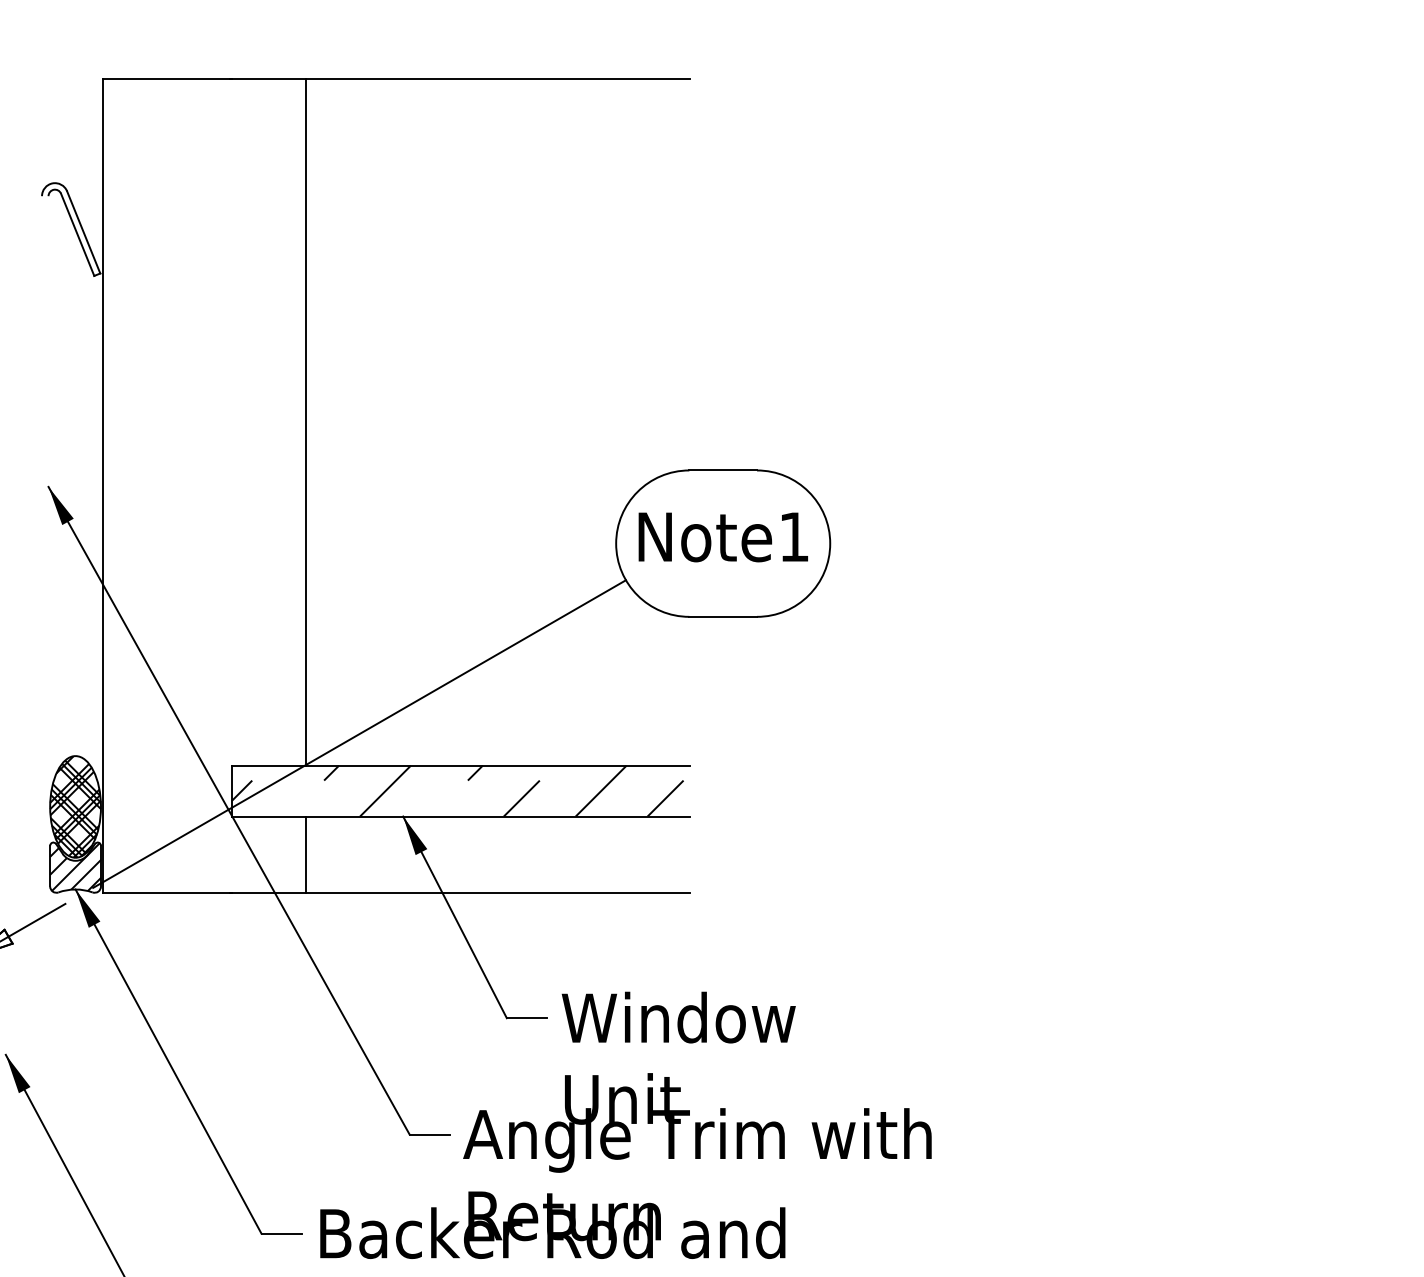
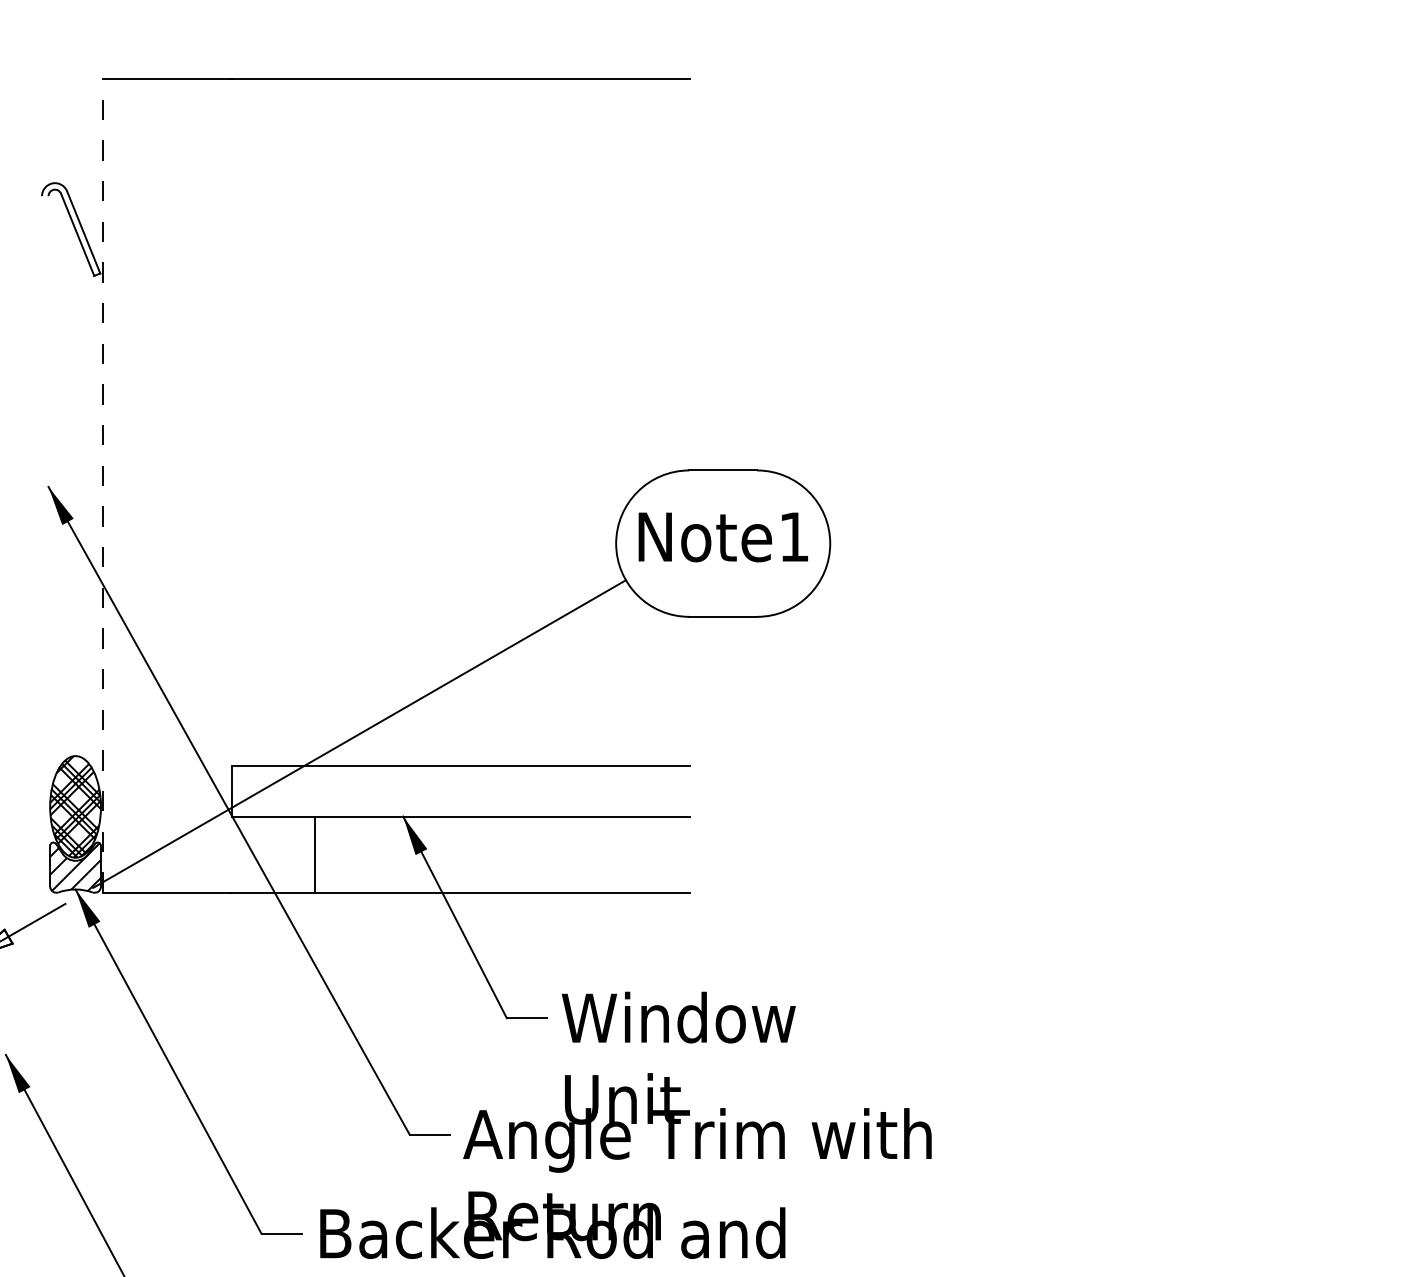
line at (306, 422): present -> none
line at (103, 486): solid -> dashed
hatch at (457, 790): present -> none
line at (306, 854) position: (306, 854) -> (315, 854)
